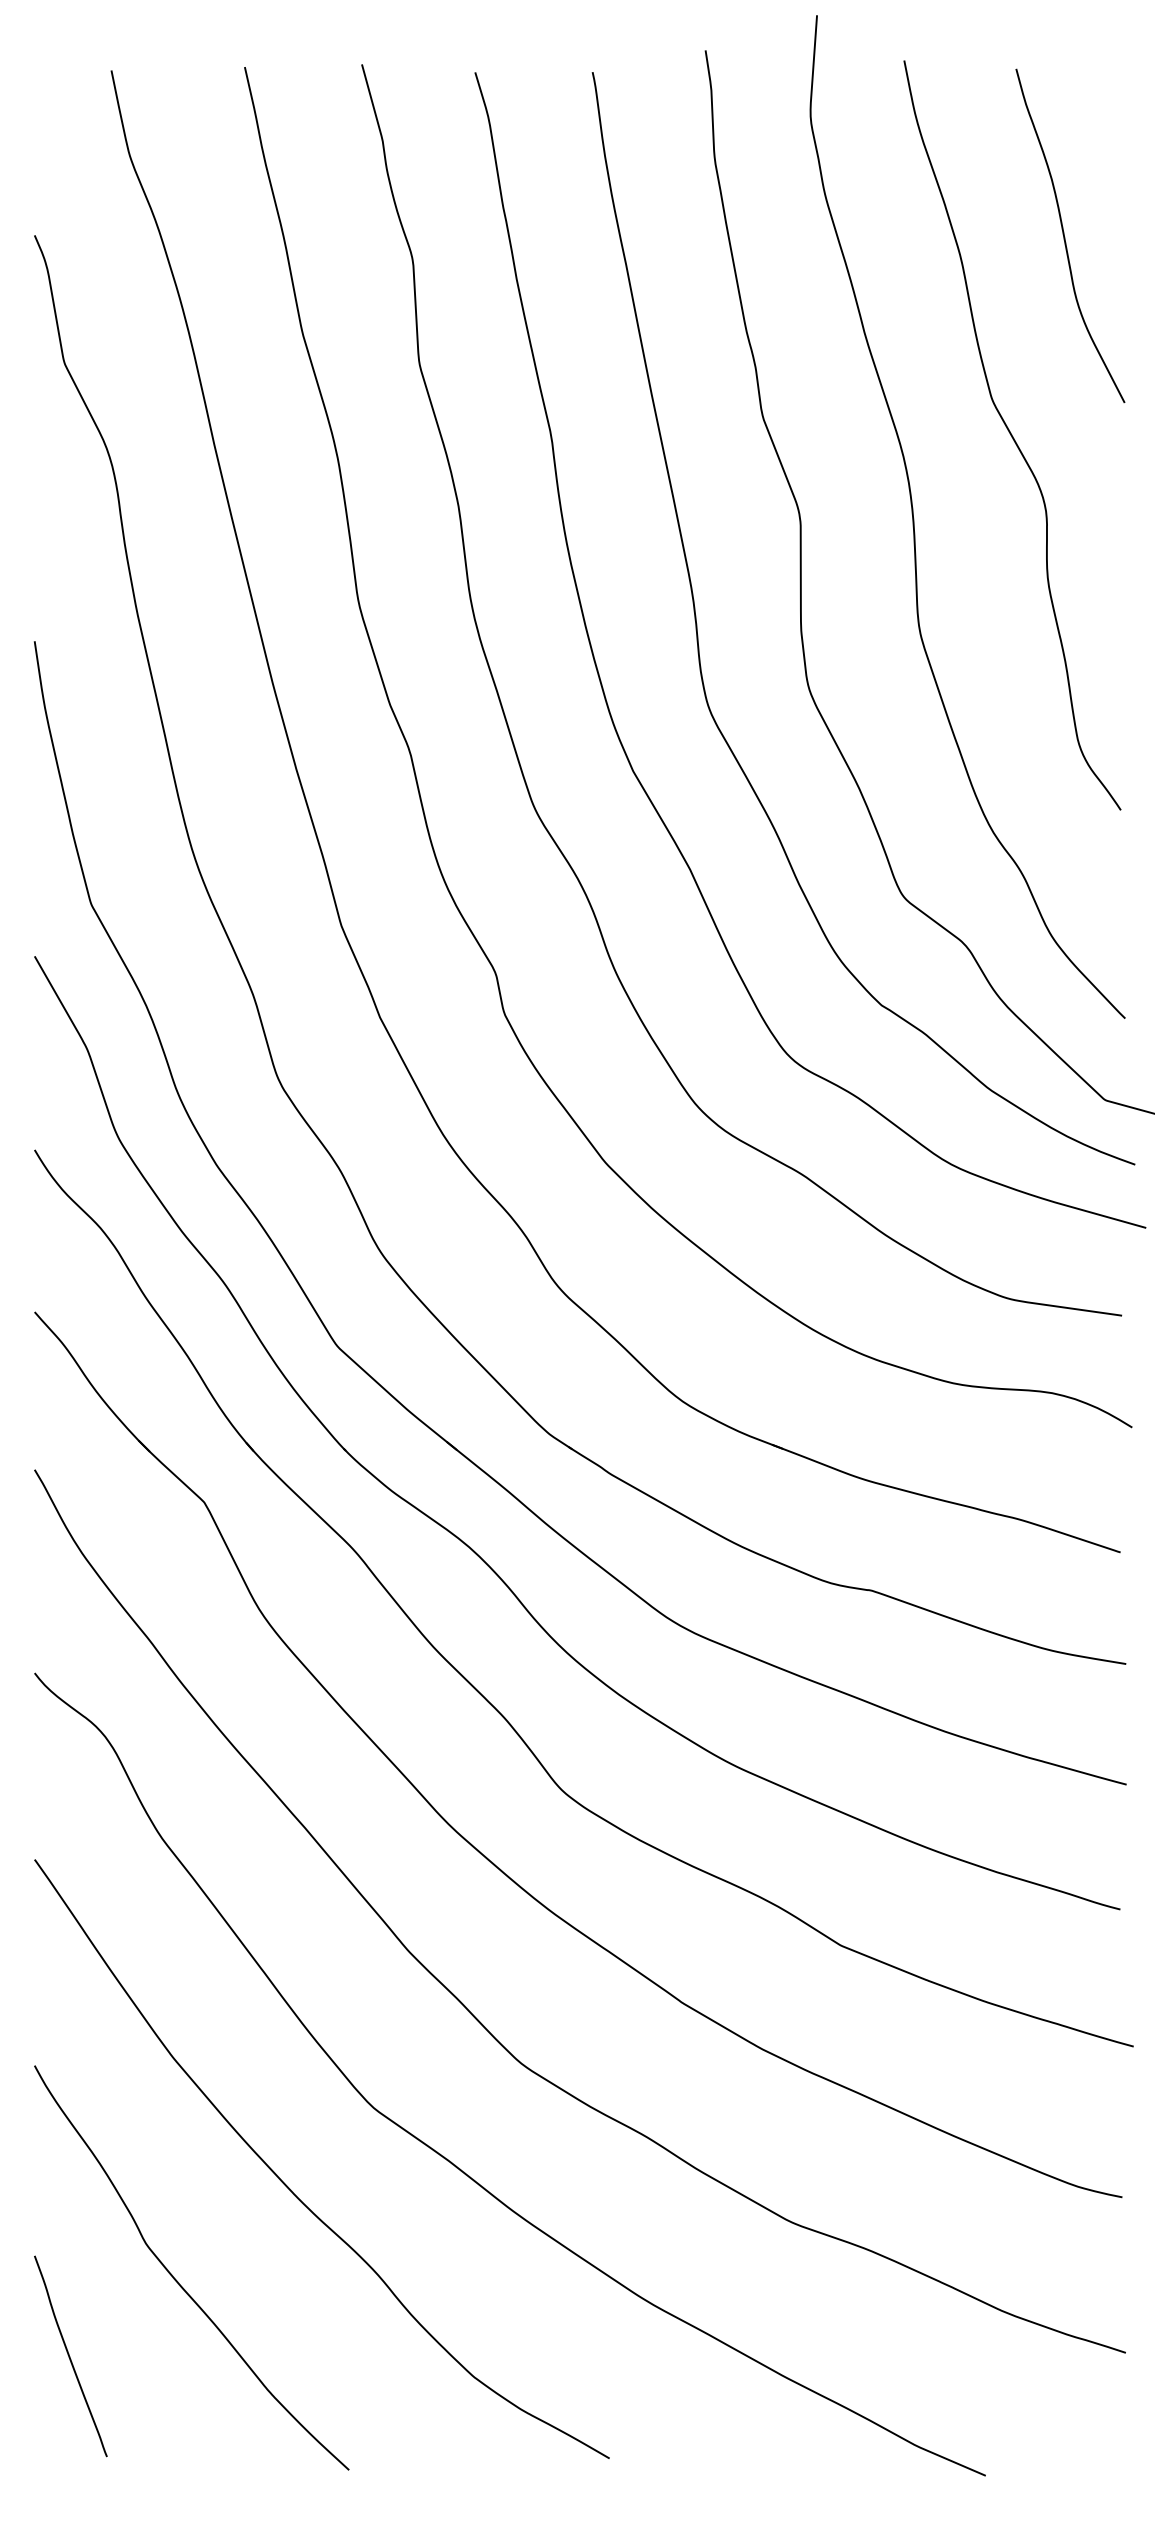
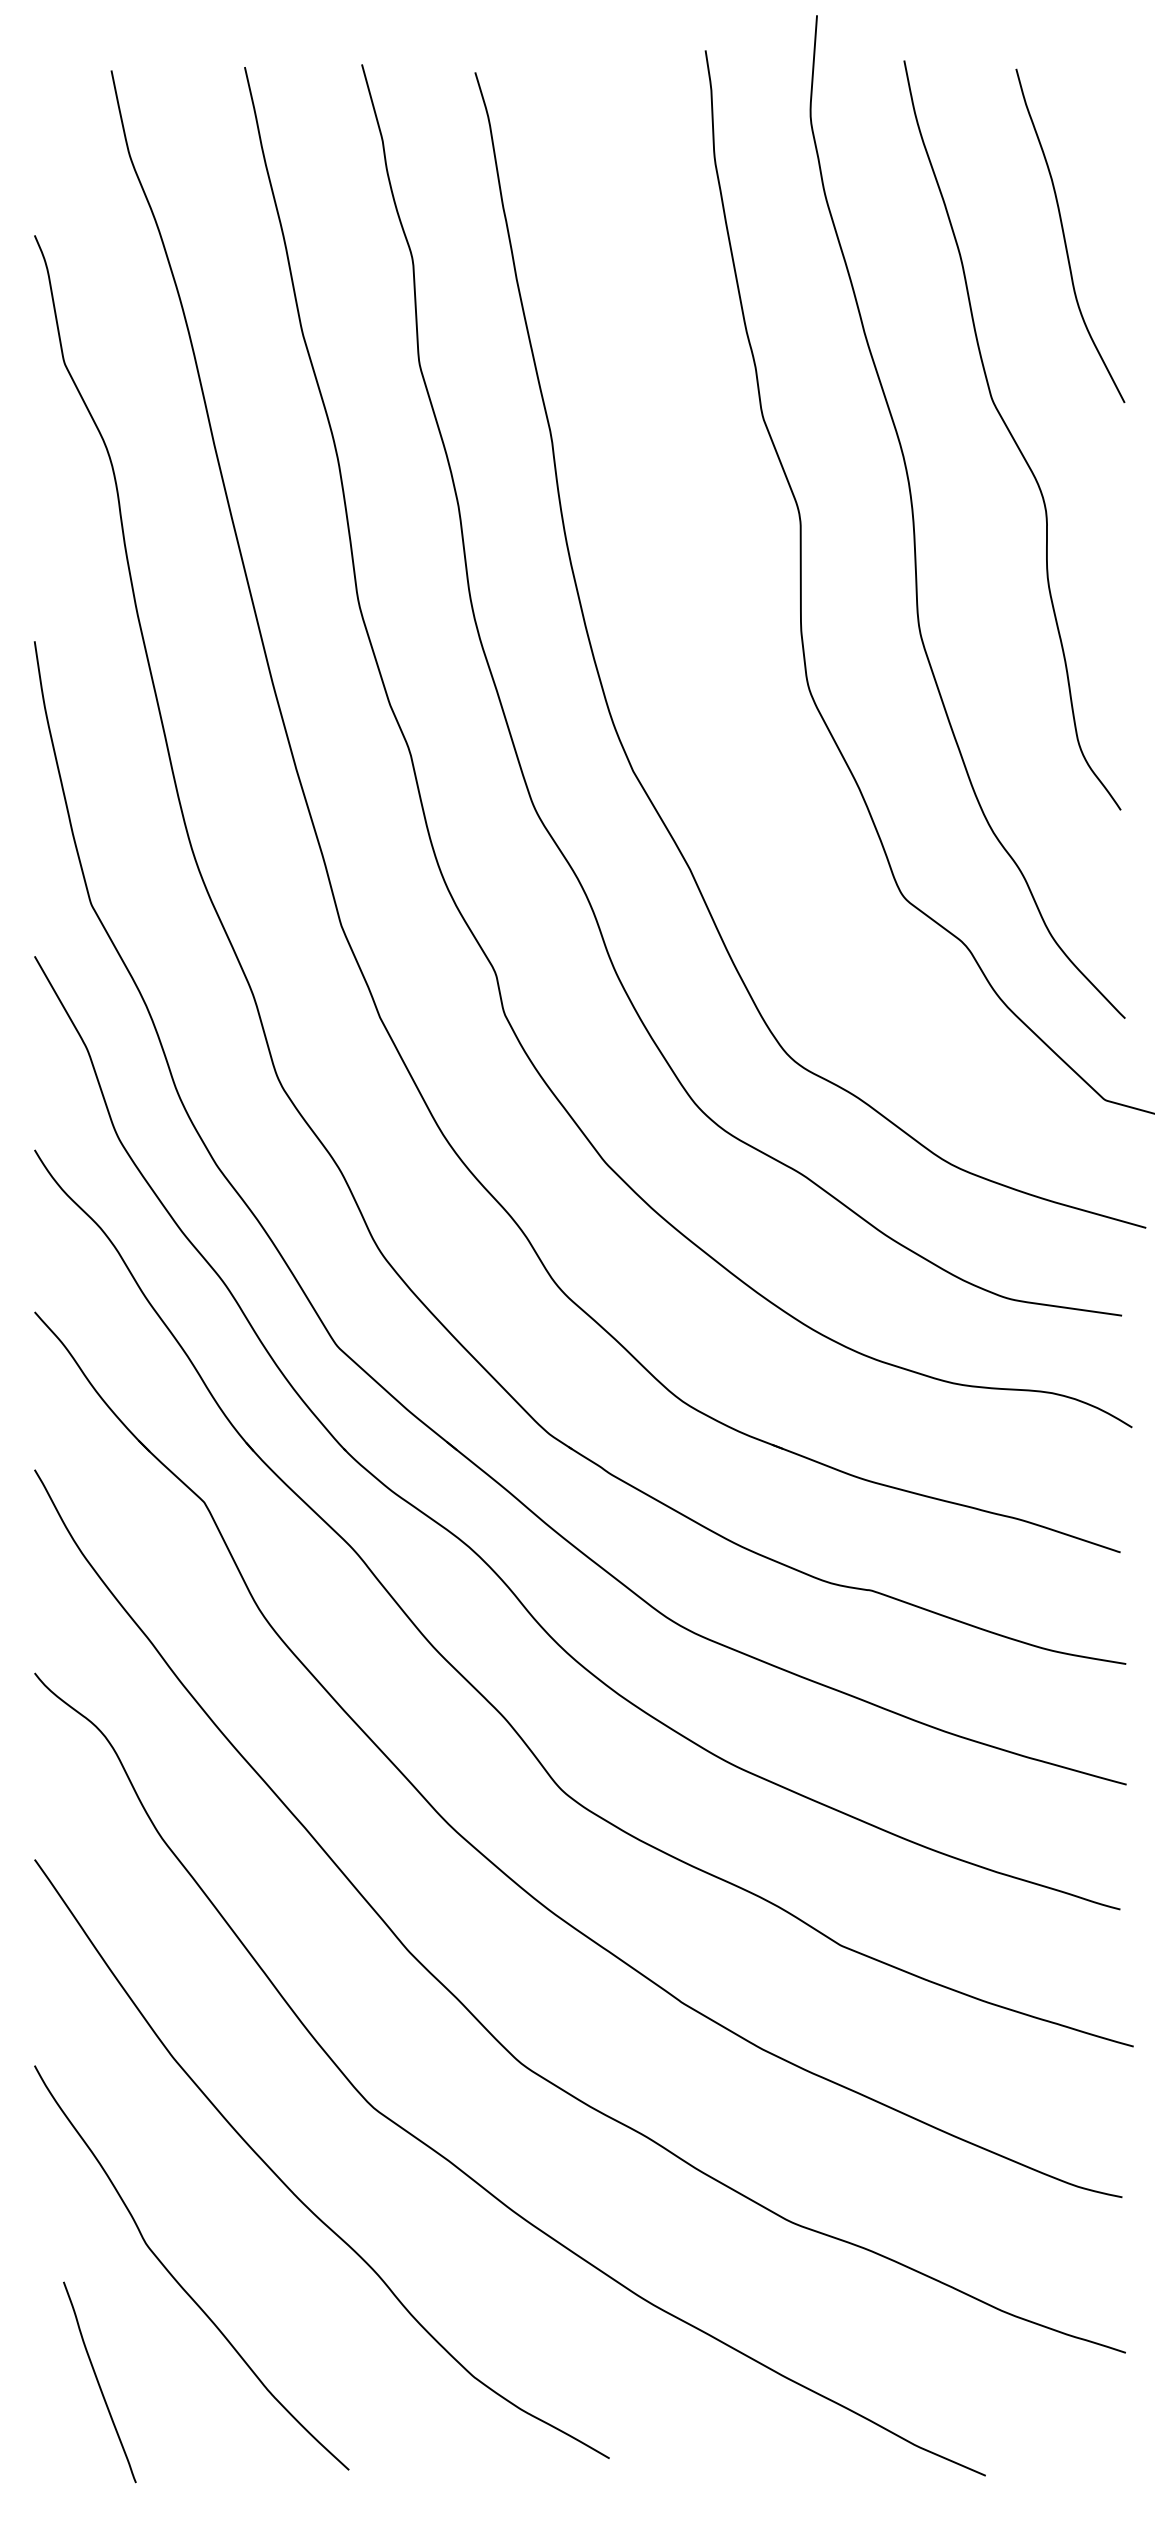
curve at (698, 635): present -> none
curve at (70, 2356) position: (70, 2356) -> (99, 2382)
